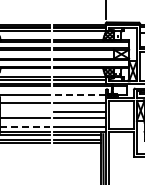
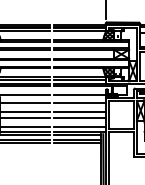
line at (80, 95): dashed -> solid
line at (25, 112): none -> present
line at (24, 126): dashed -> solid
